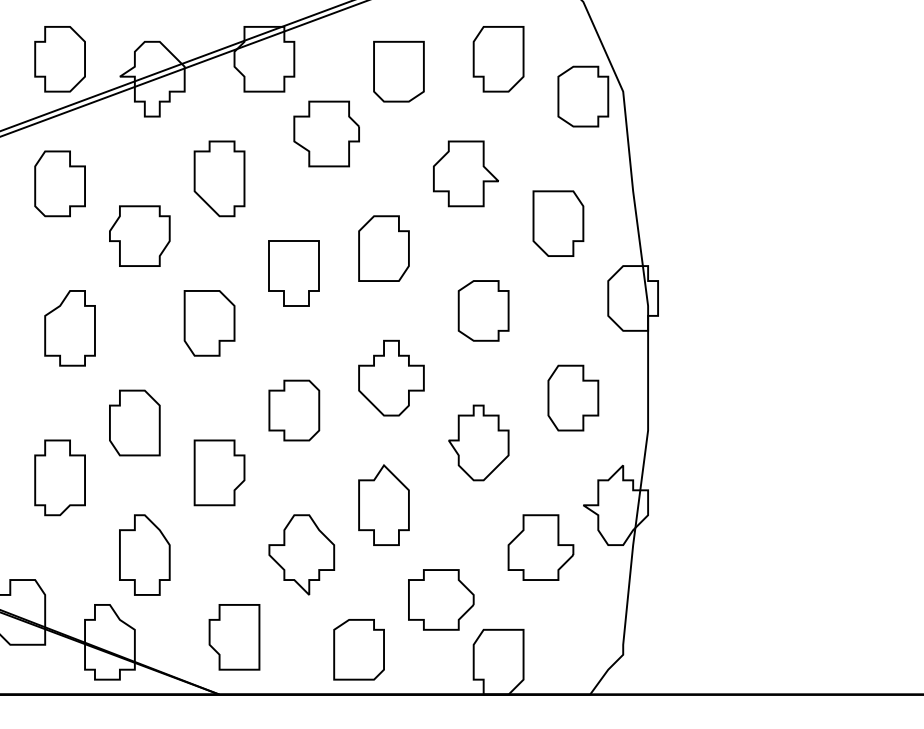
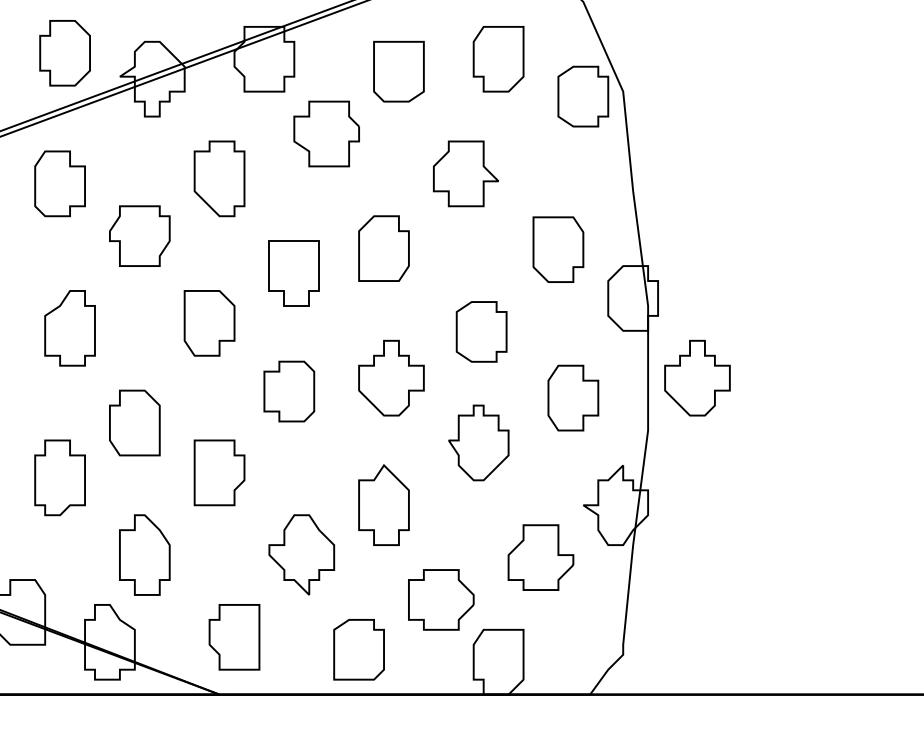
part at (59, 59) position: (59, 59) -> (64, 53)
part at (558, 223) position: (558, 223) -> (558, 249)
part at (483, 310) position: (483, 310) -> (481, 331)
part at (697, 377): none -> present
part at (294, 410) position: (294, 410) -> (289, 391)
part at (540, 547) position: (540, 547) -> (540, 557)
